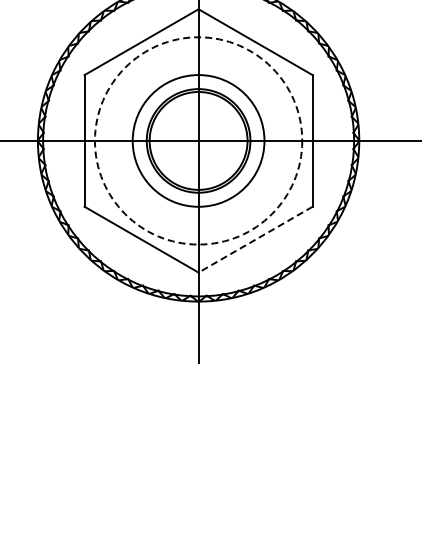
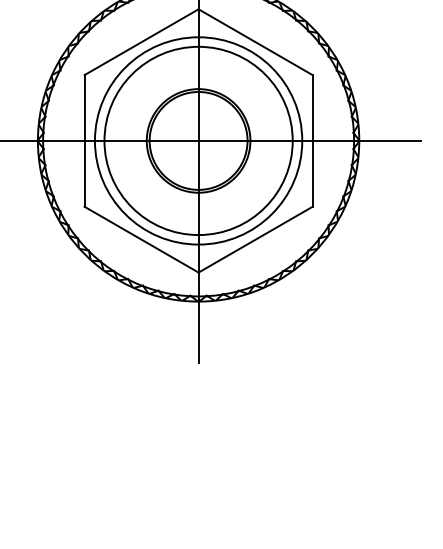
circle at (198, 140) diameter: 132 px -> 188 px
circle at (198, 140): dashed -> solid
line at (255, 239): dashed -> solid
